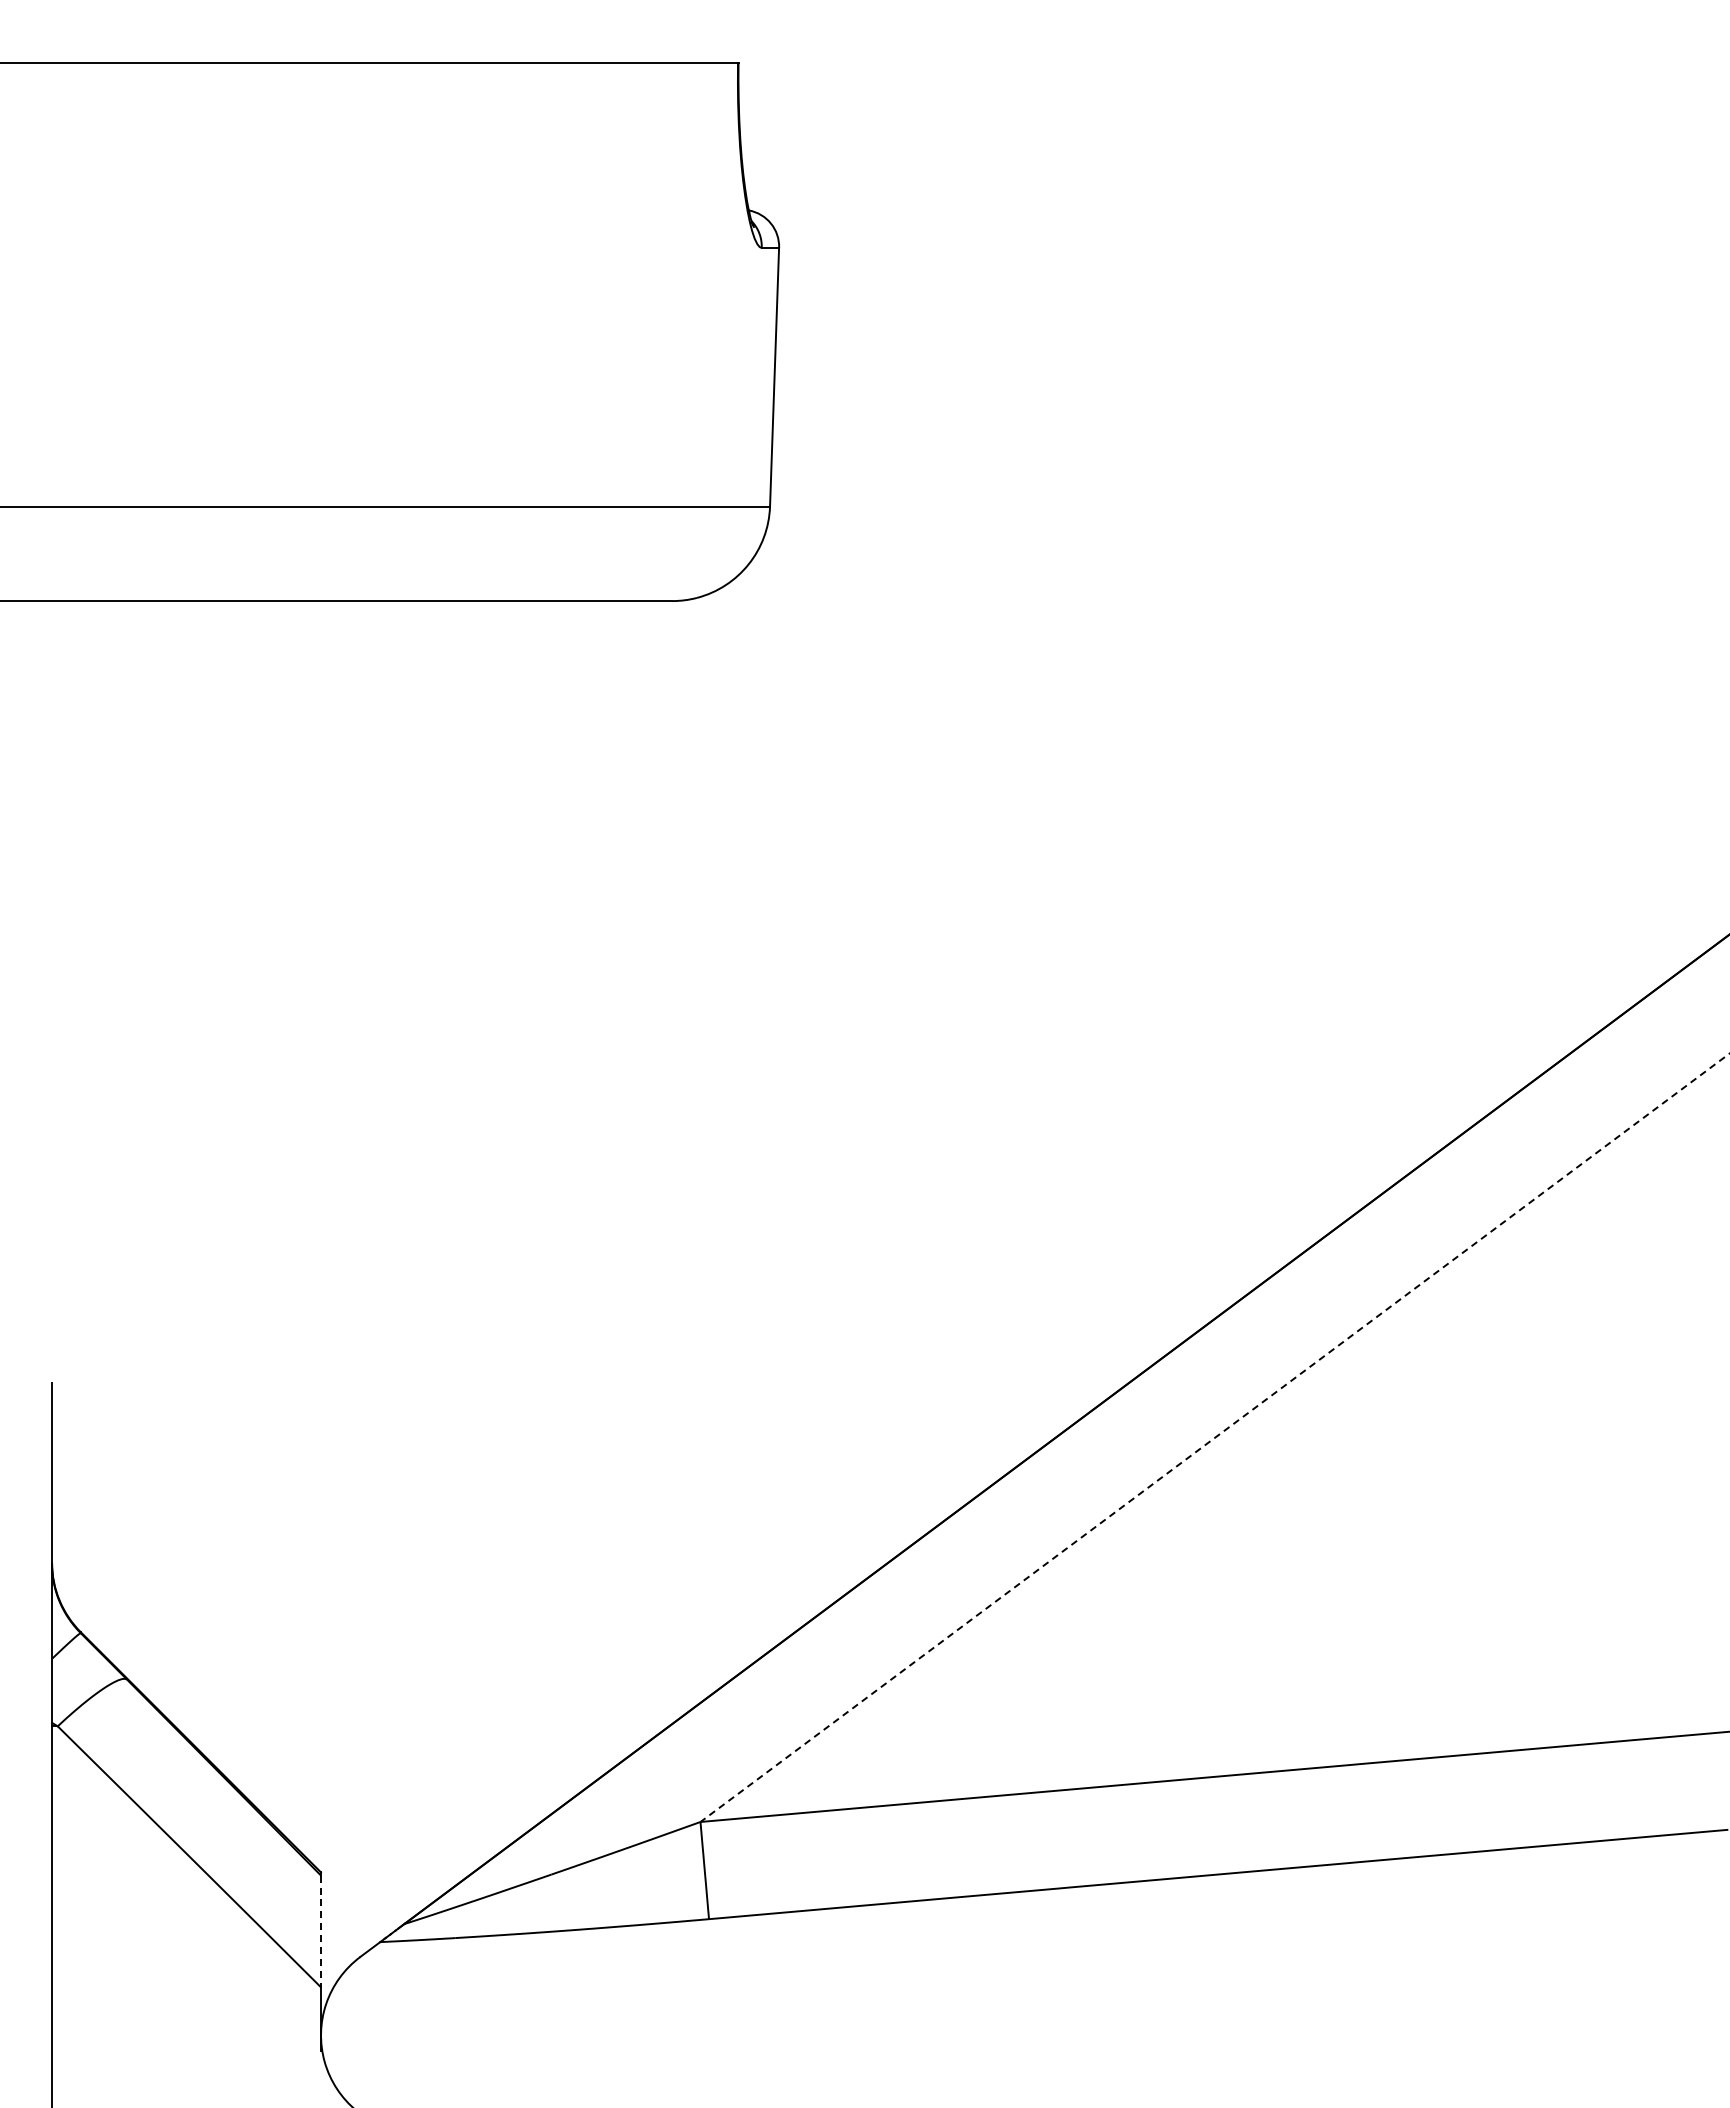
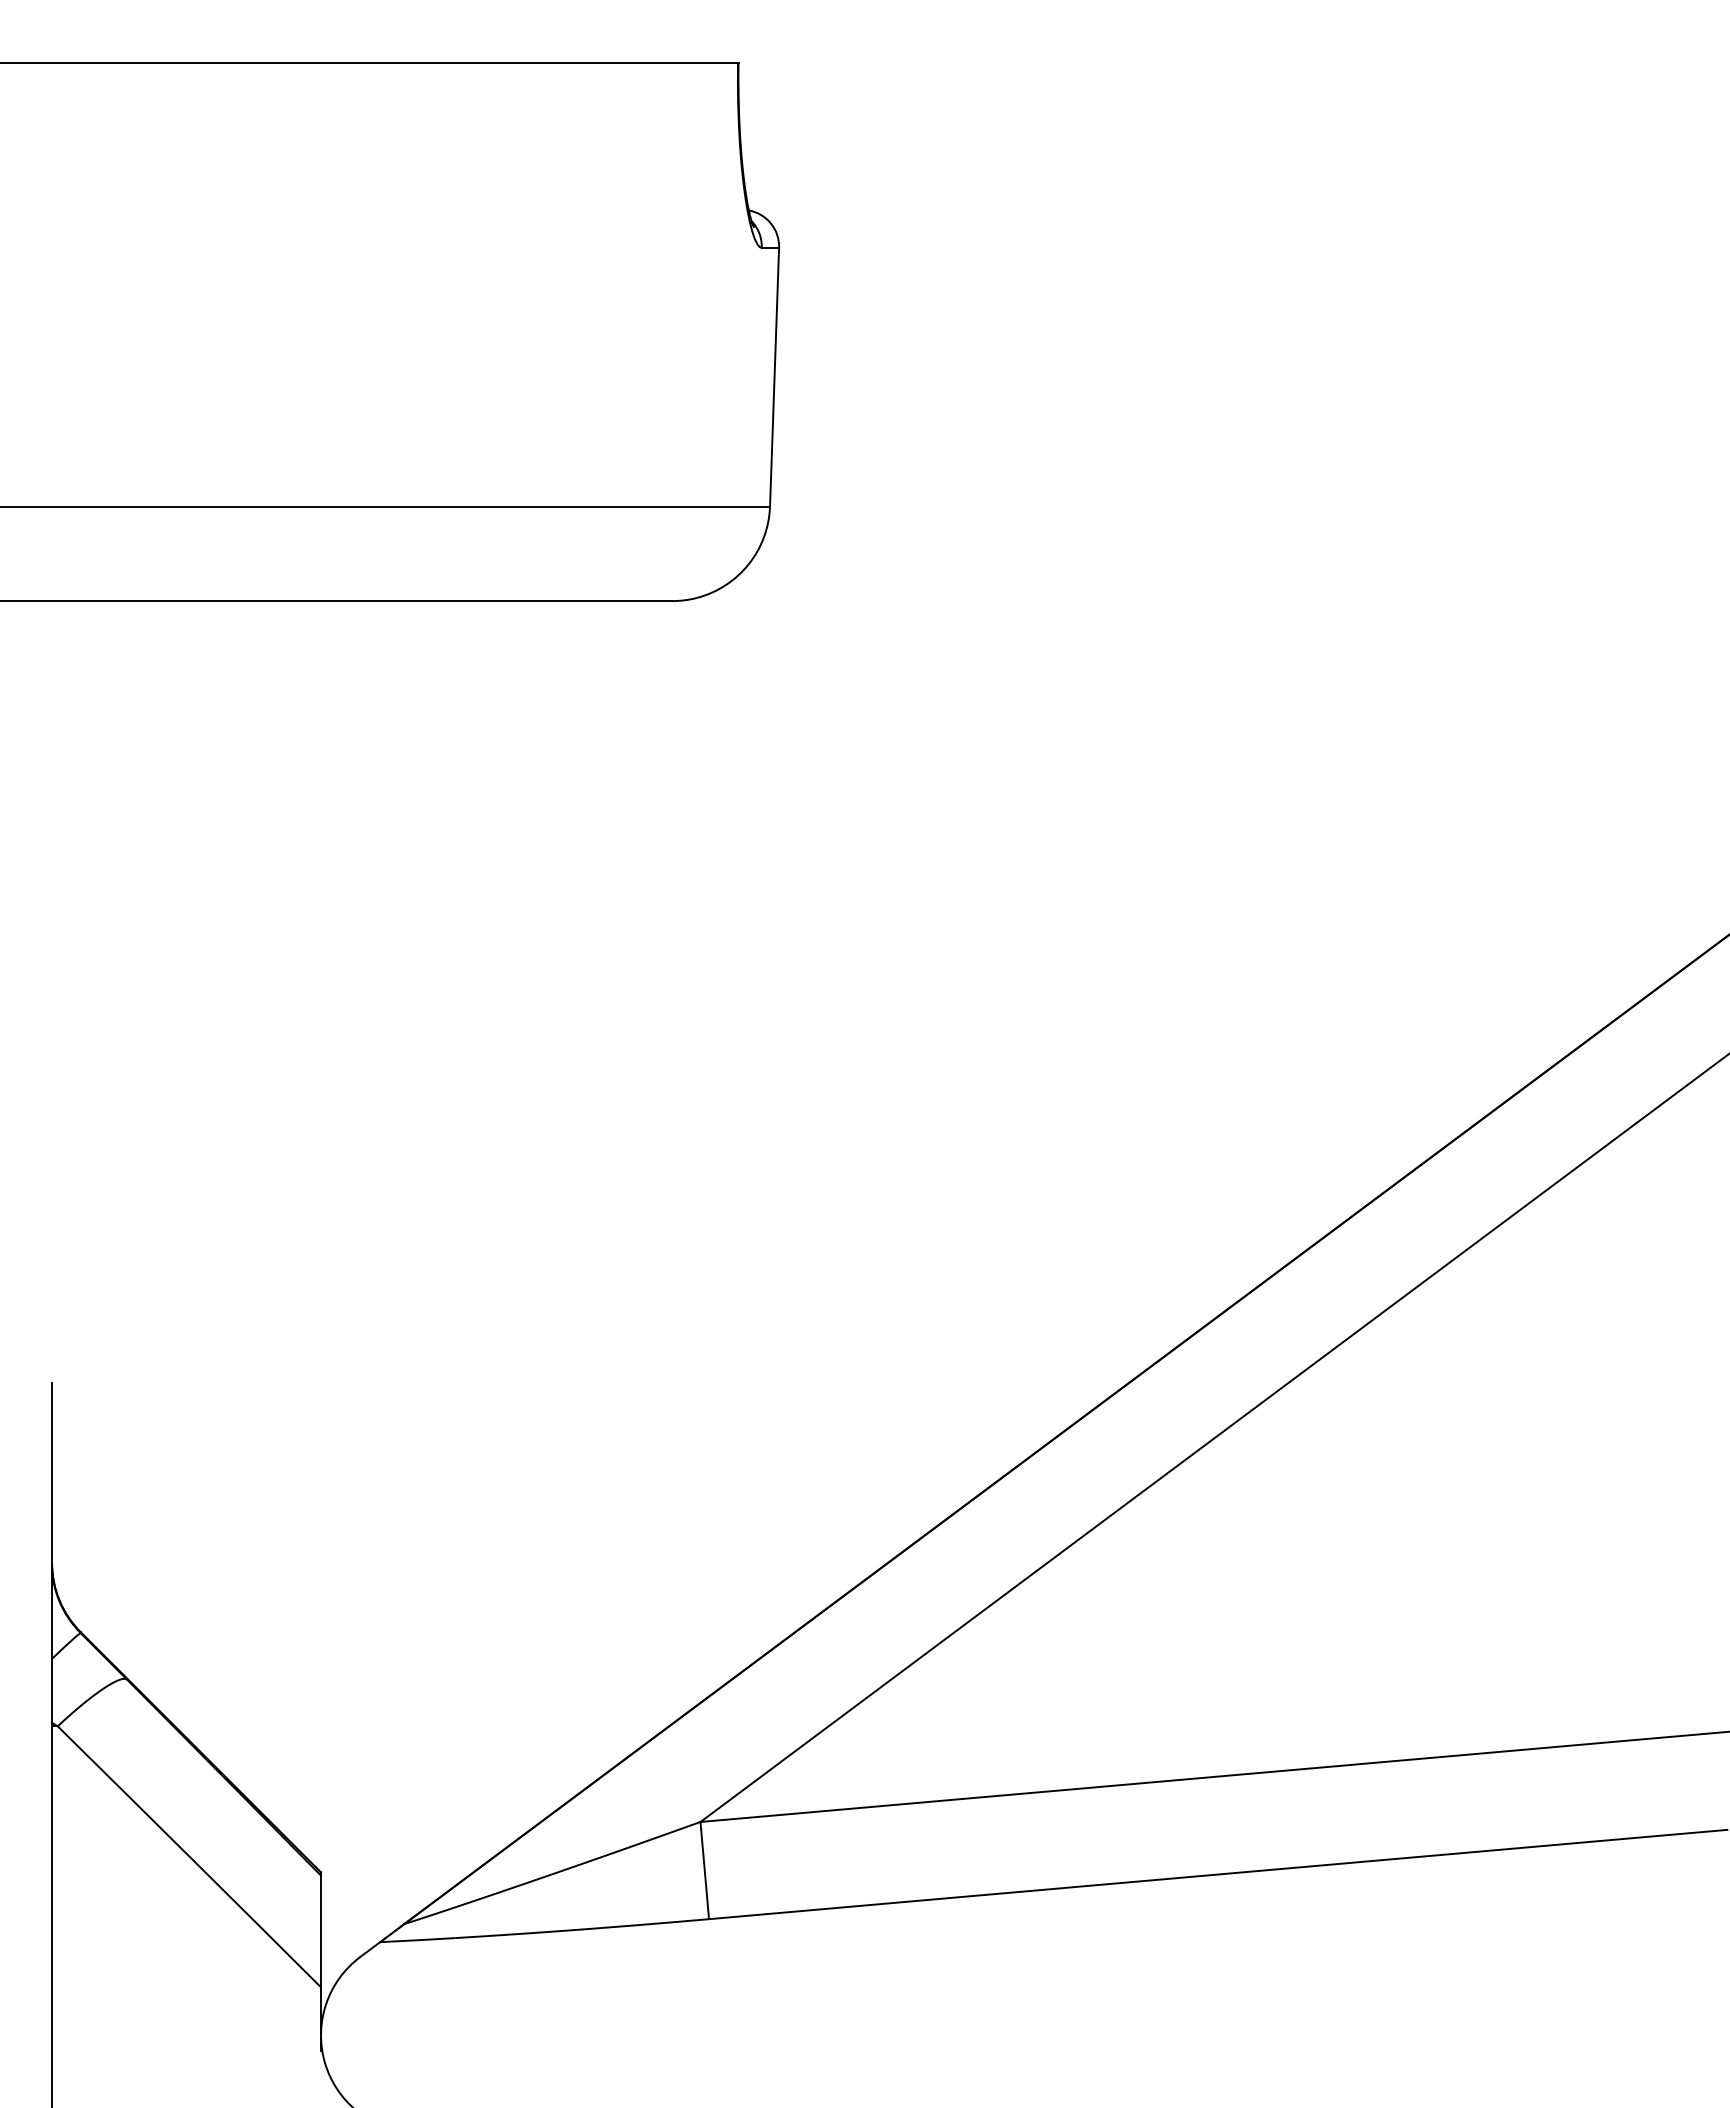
line at (1214, 1437): dashed -> solid
line at (321, 1931): dashed -> solid
